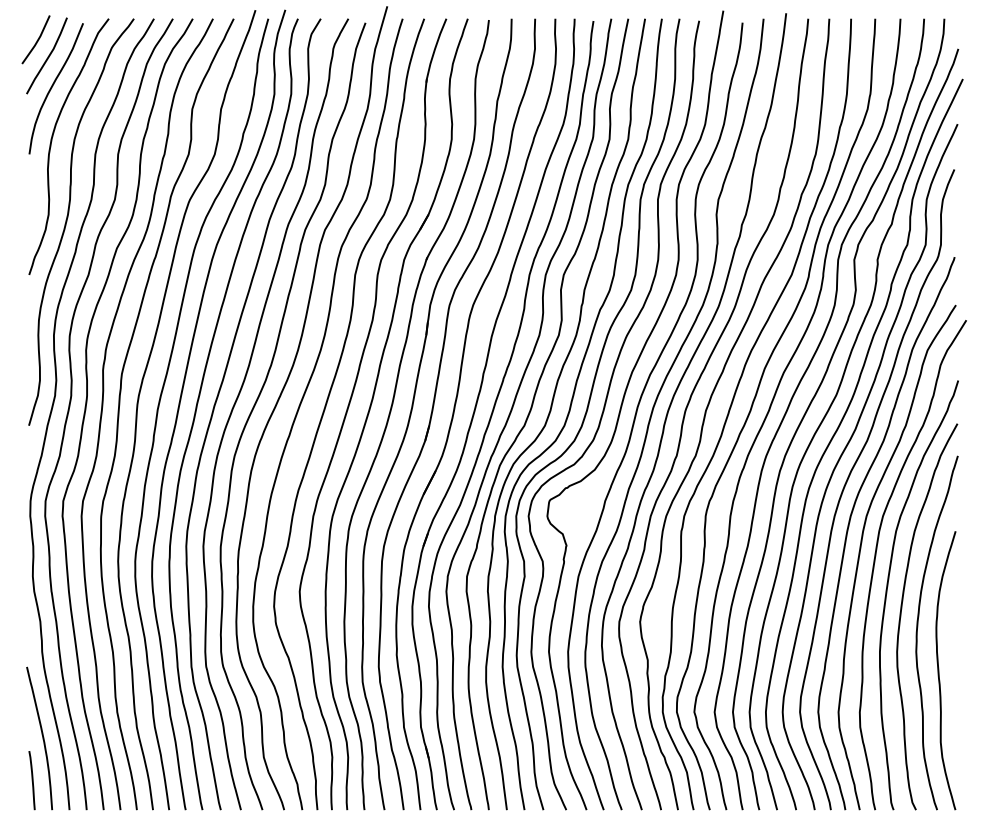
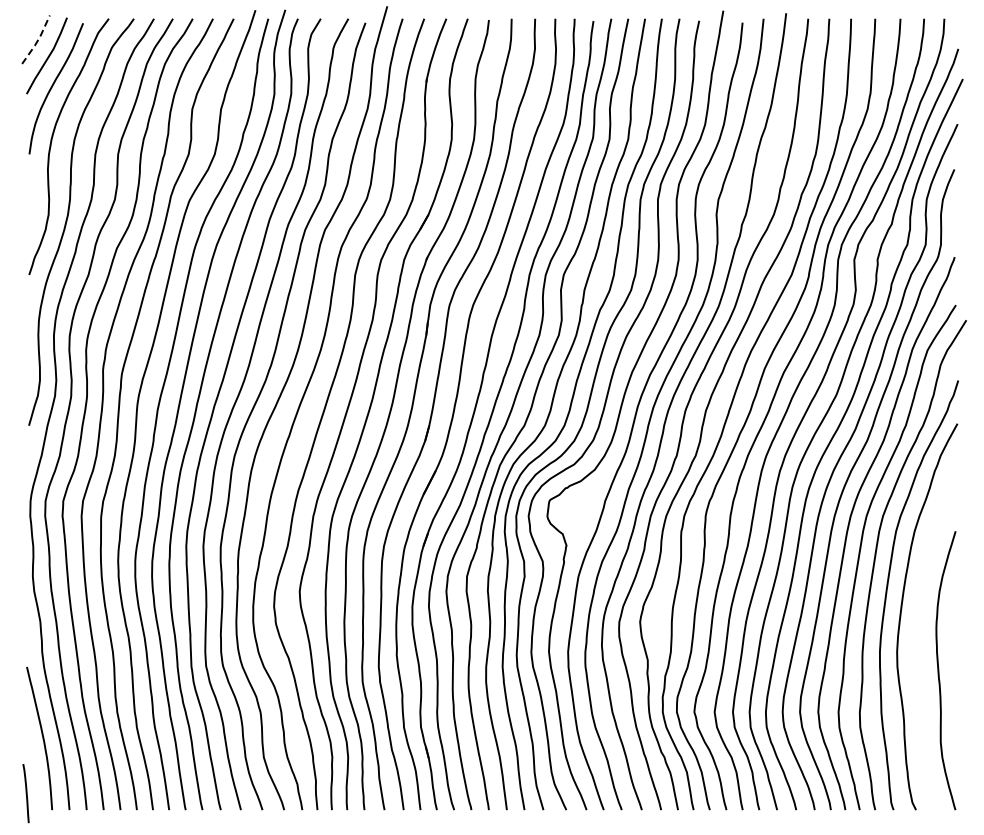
line at (37, 40): solid -> dashed
curve at (918, 627): present -> none
line at (31, 780) position: (31, 780) -> (25, 793)
